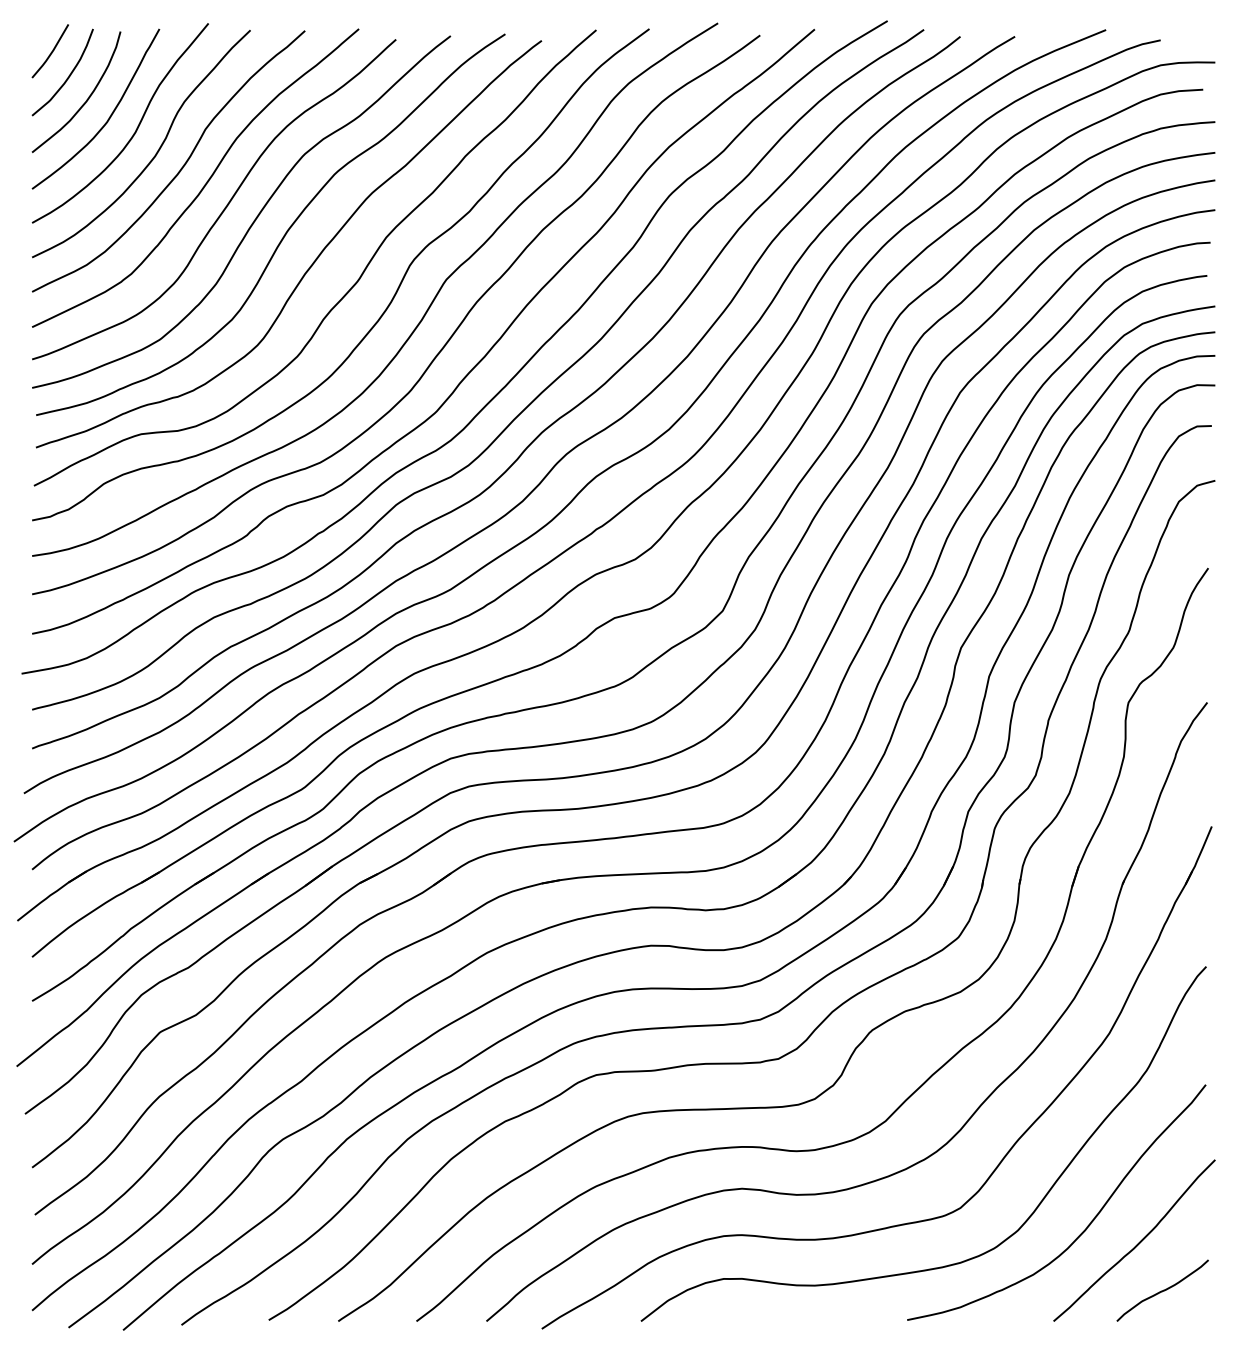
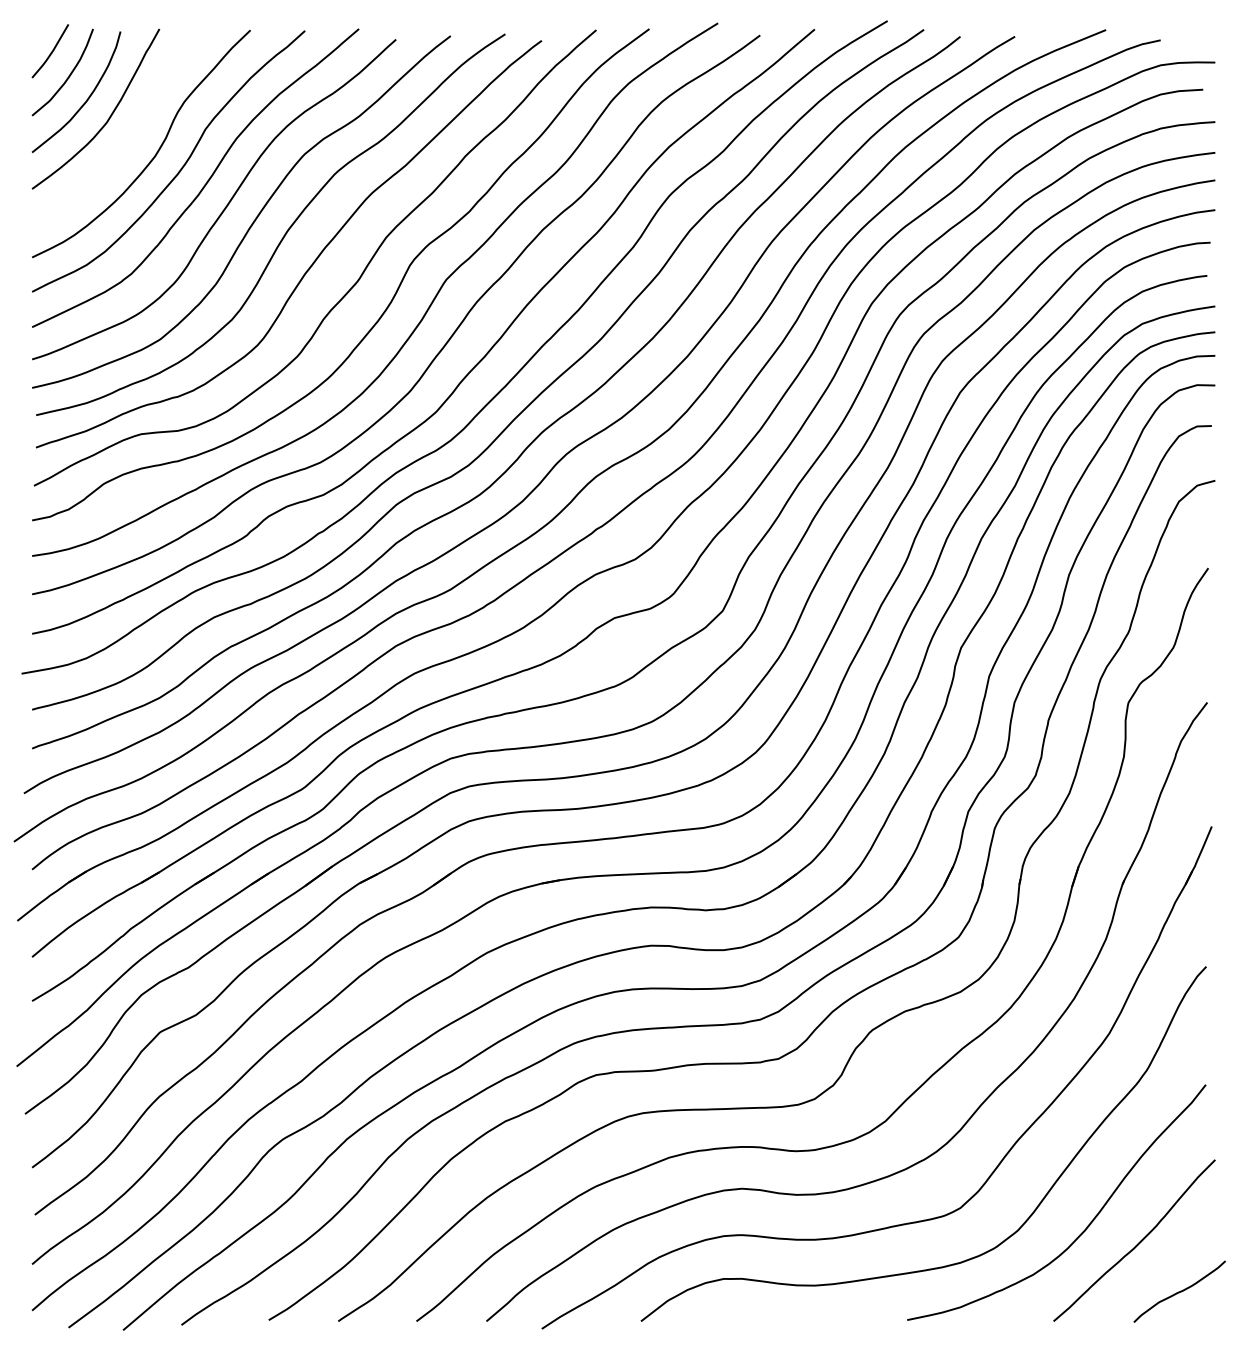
curve at (134, 131): present -> none
curve at (1162, 1290) position: (1162, 1290) -> (1179, 1291)
